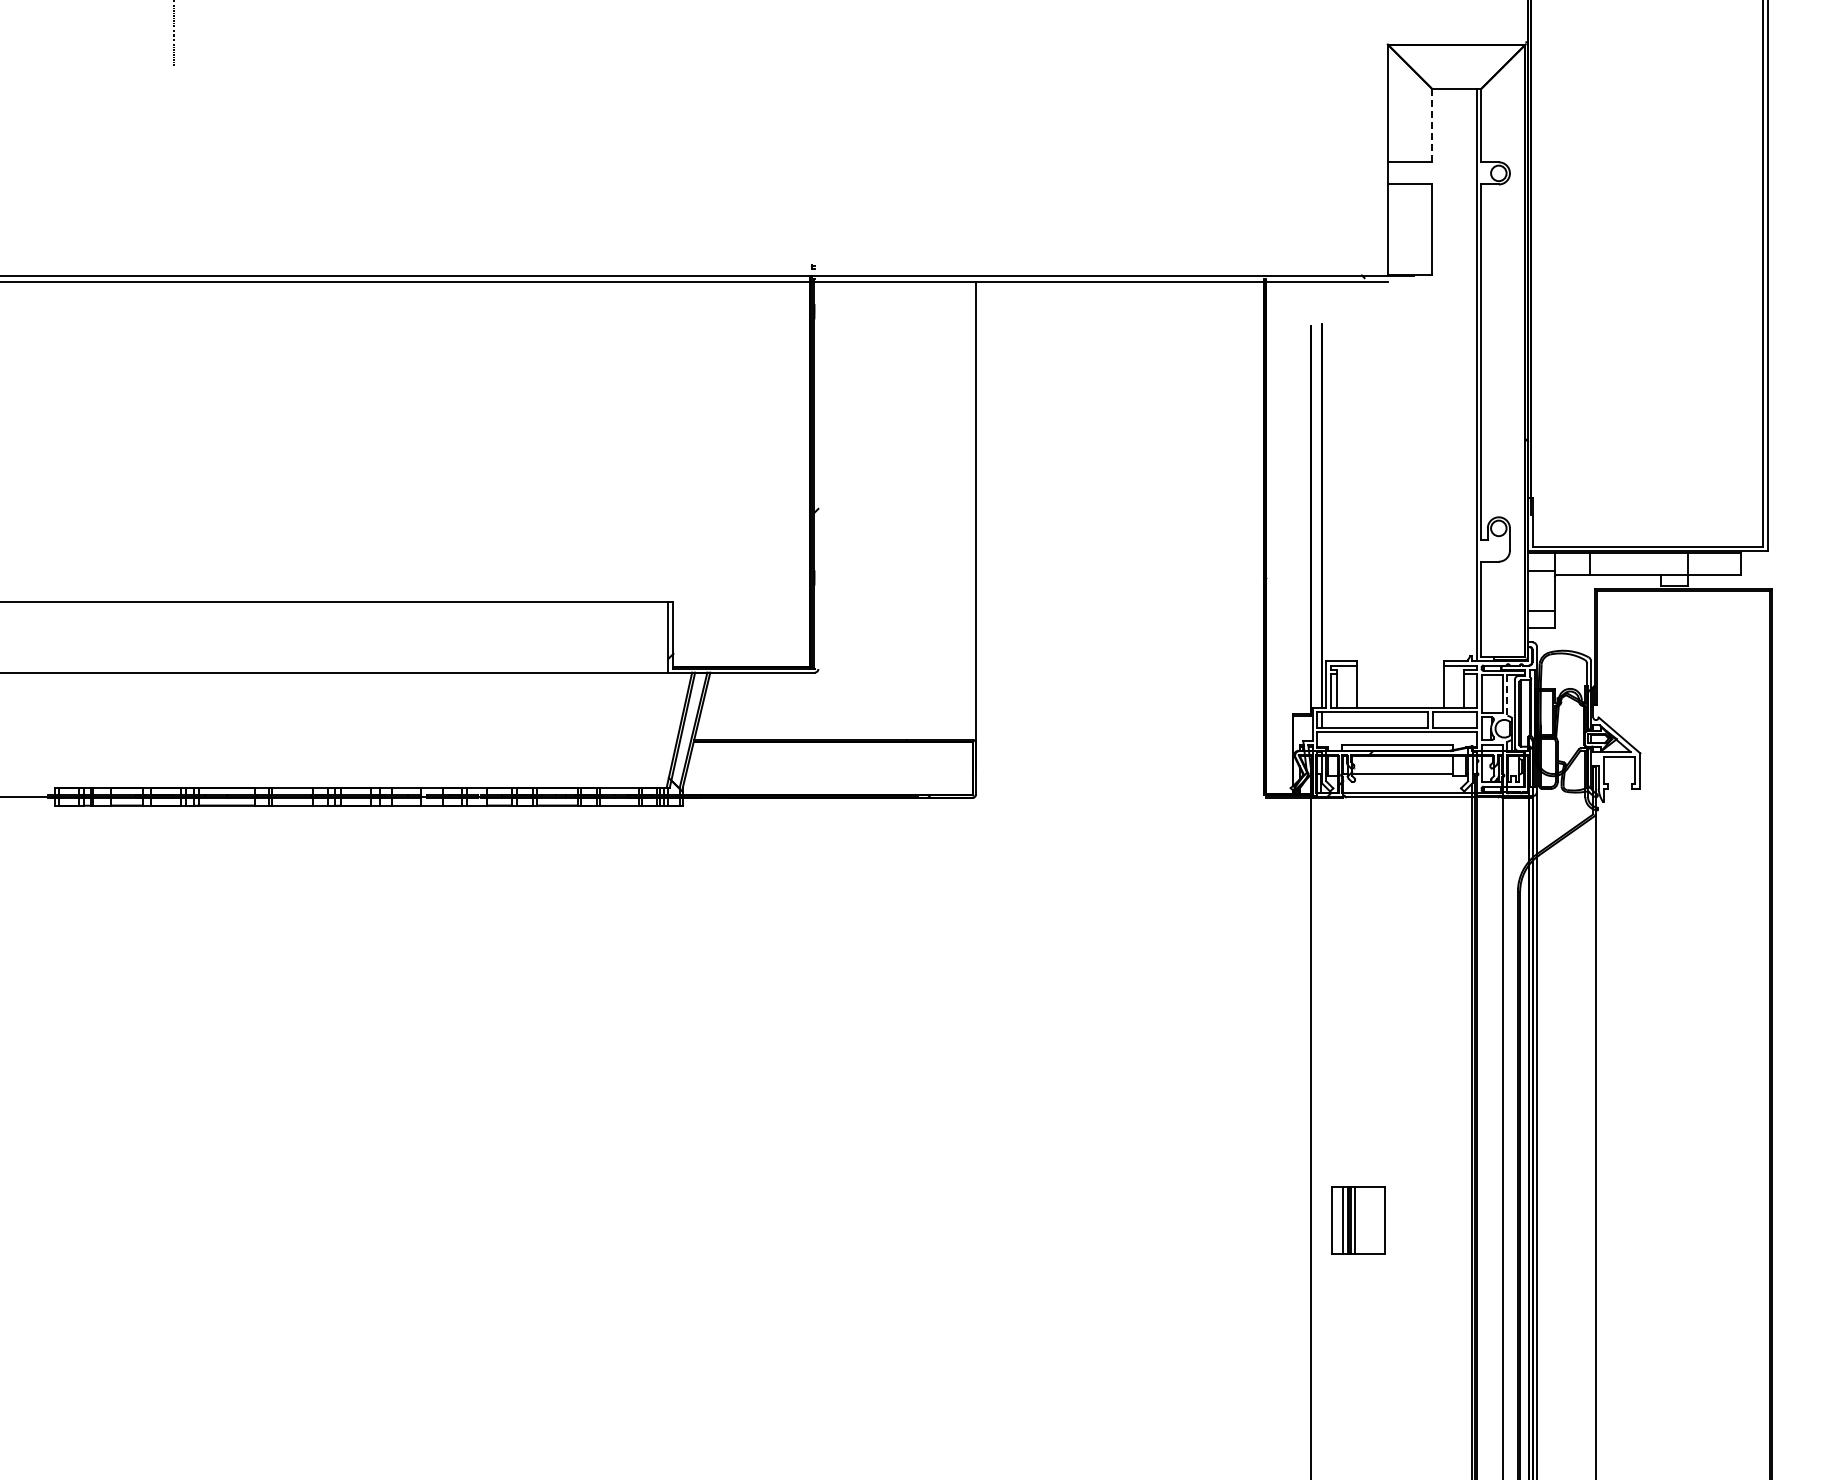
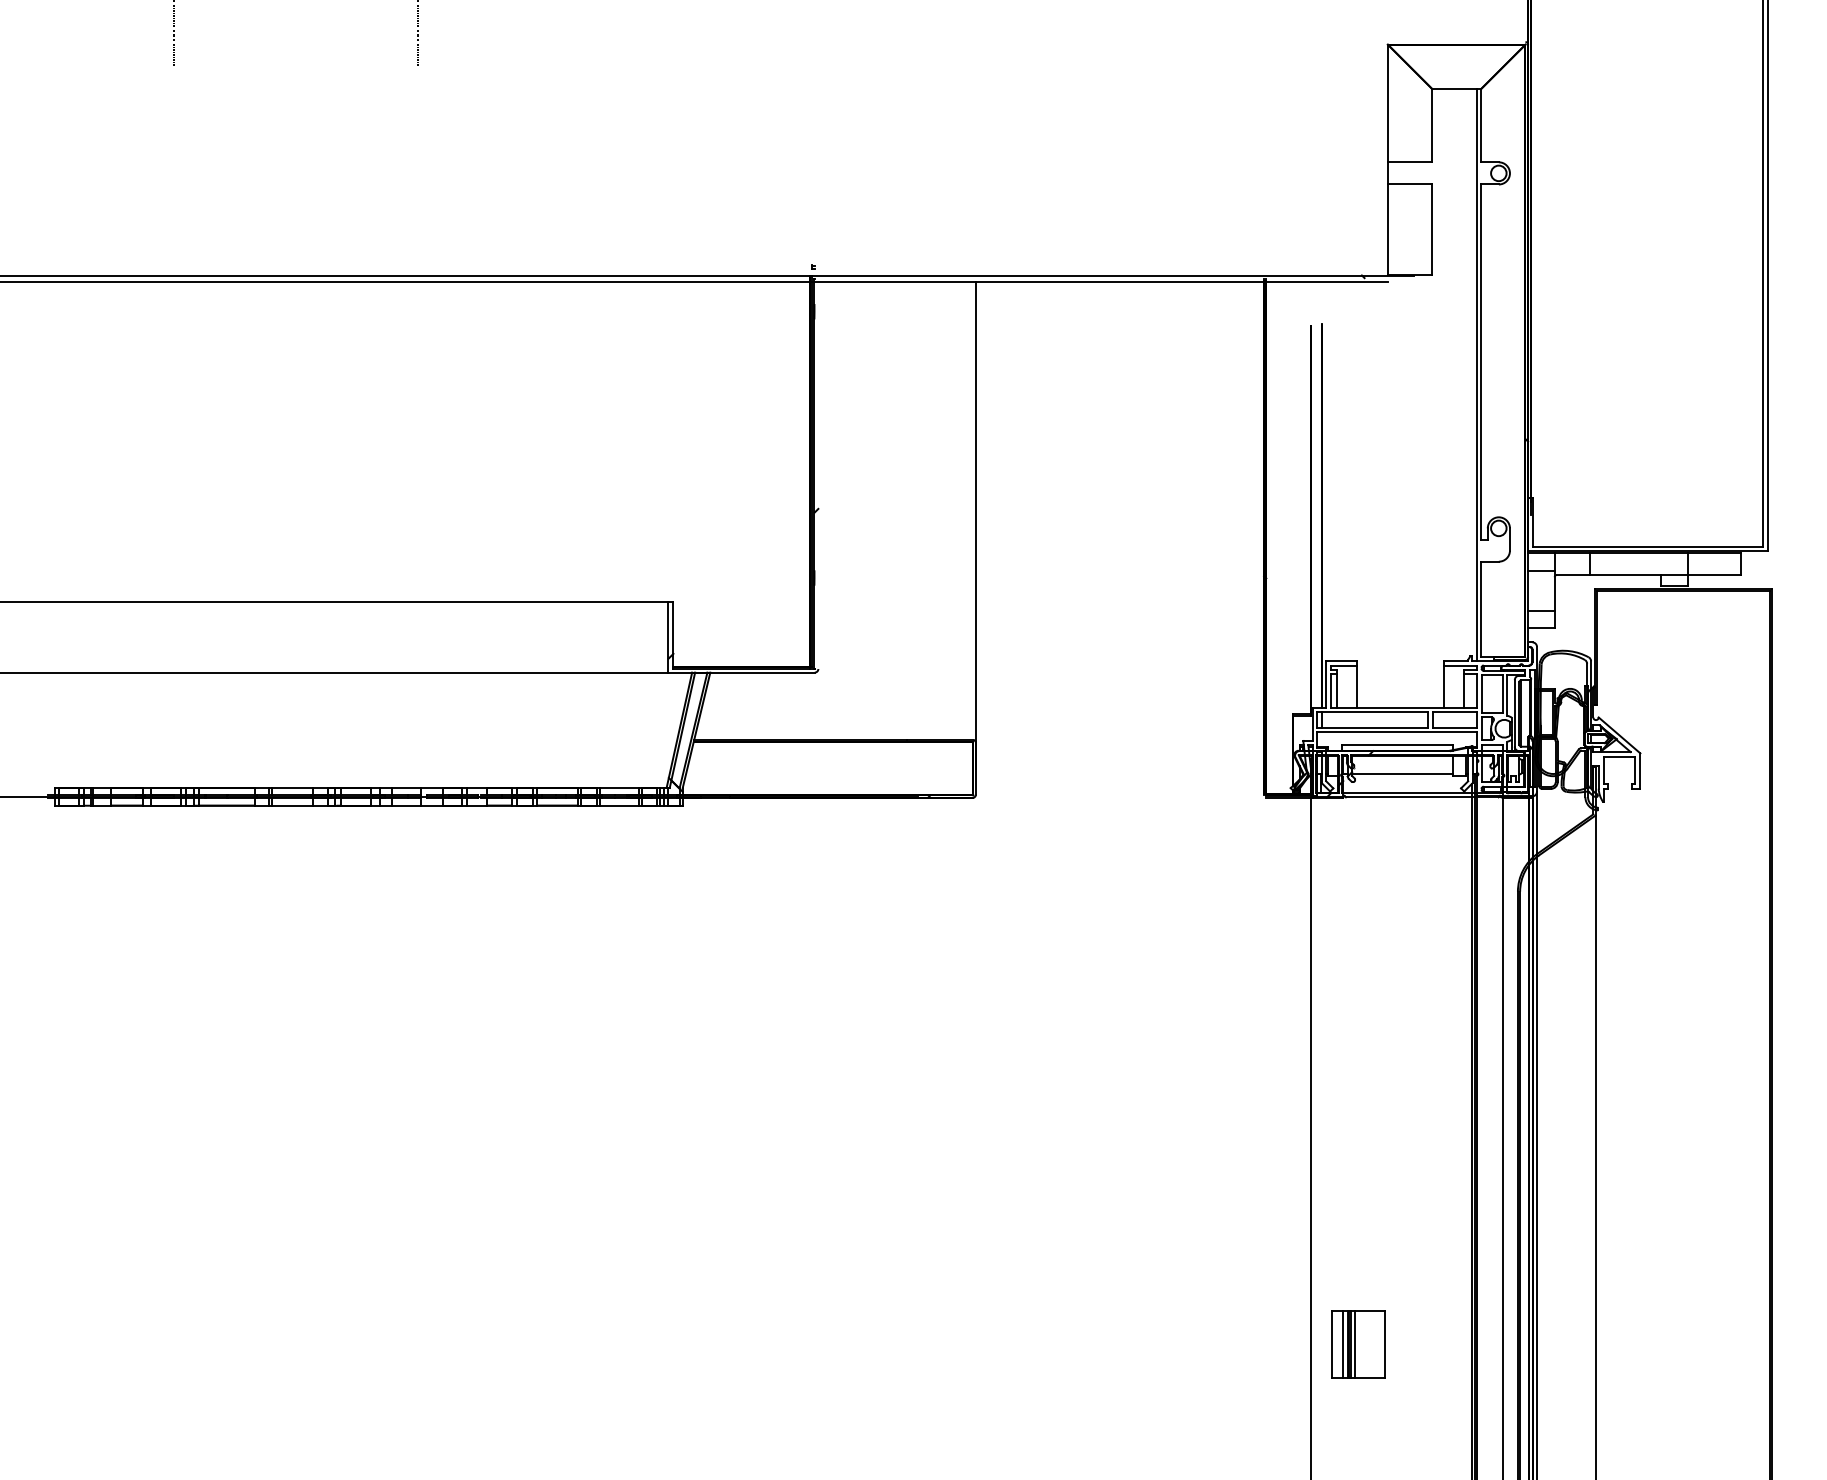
line at (418, 35): none -> present
line at (1432, 125): dashed -> solid
line at (1507, 696): dashed -> solid
part at (1358, 1220) position: (1358, 1220) -> (1358, 1344)
